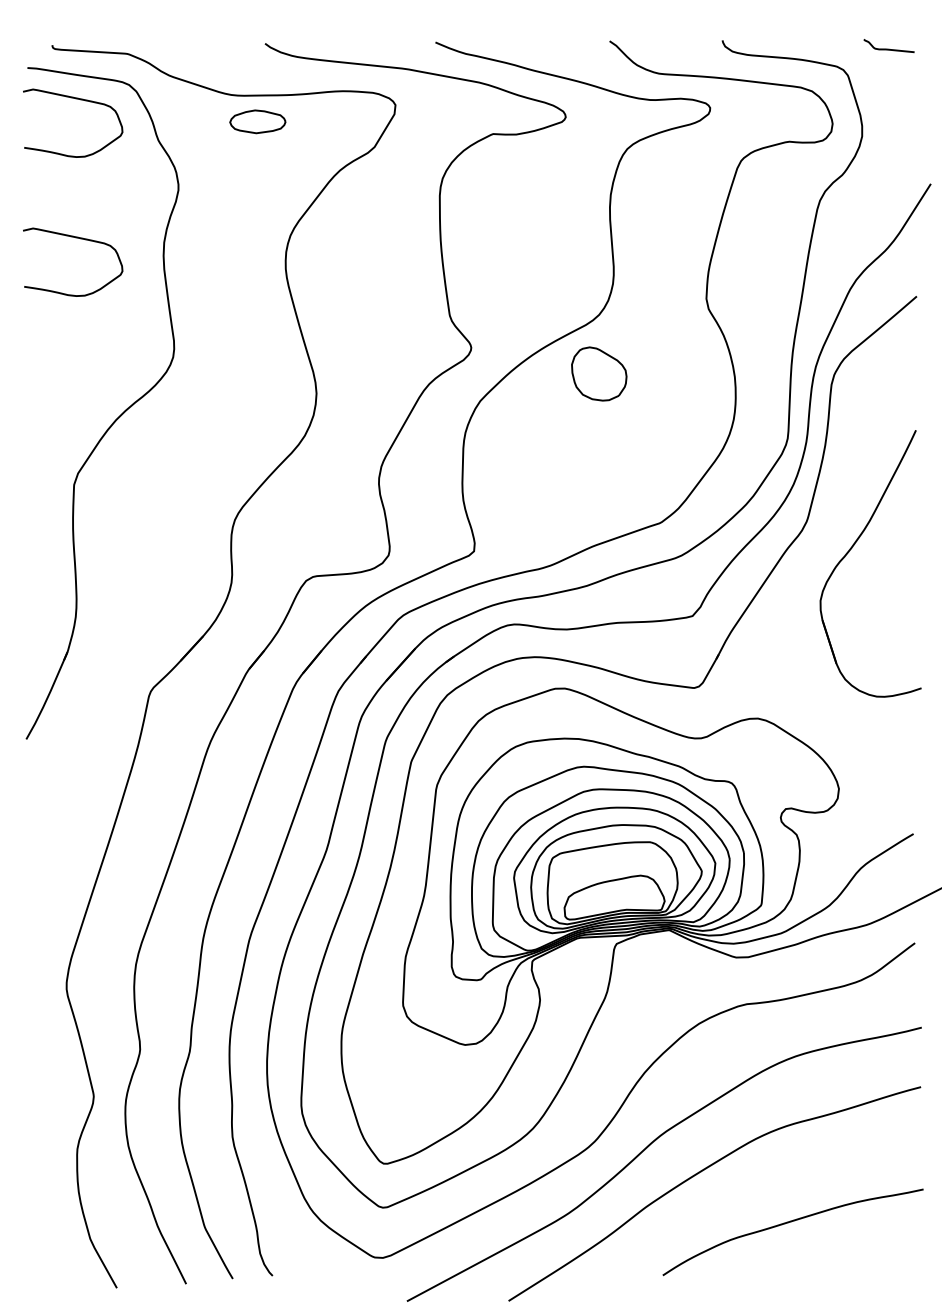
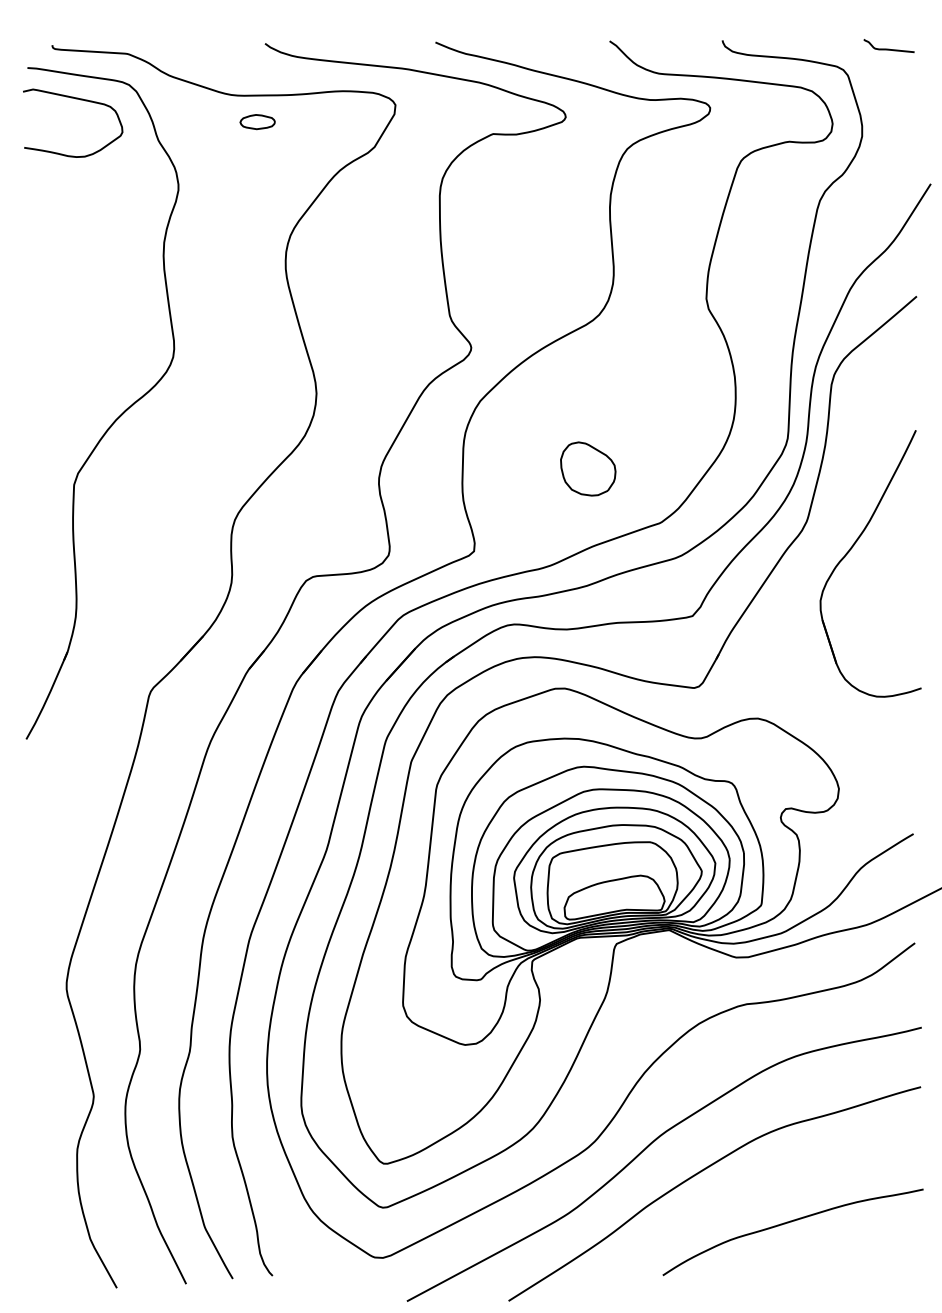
part at (257, 121) size: 58x26 px -> 37x17 px
curve at (75, 238): present -> none
part at (599, 373) position: (599, 373) -> (588, 468)
